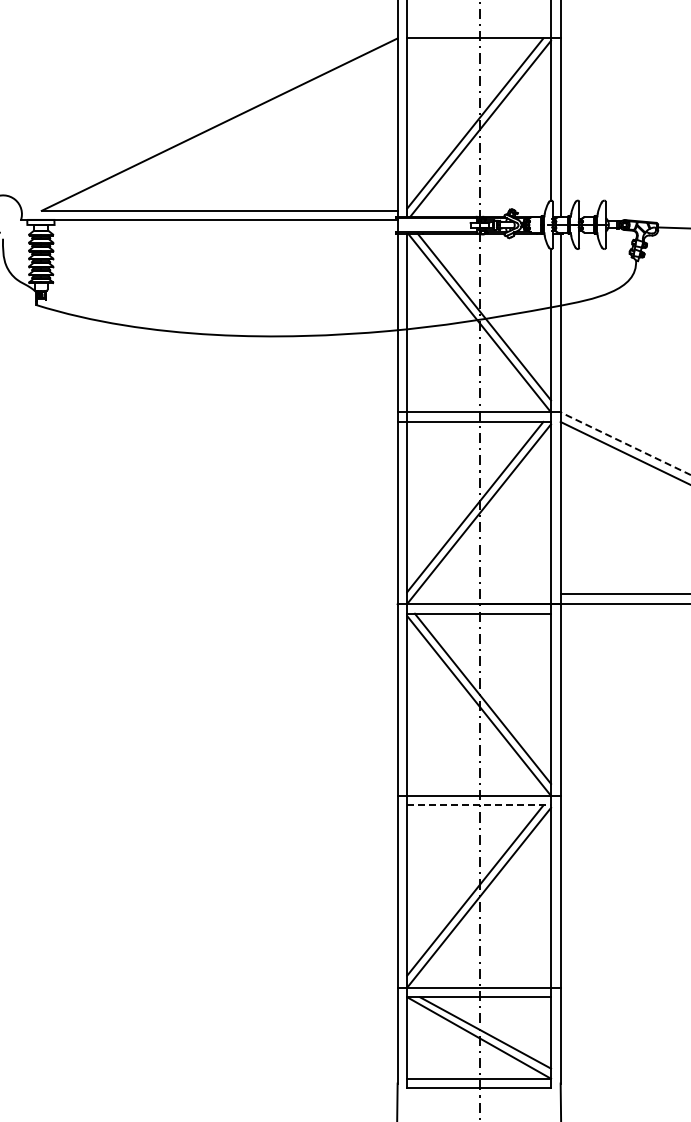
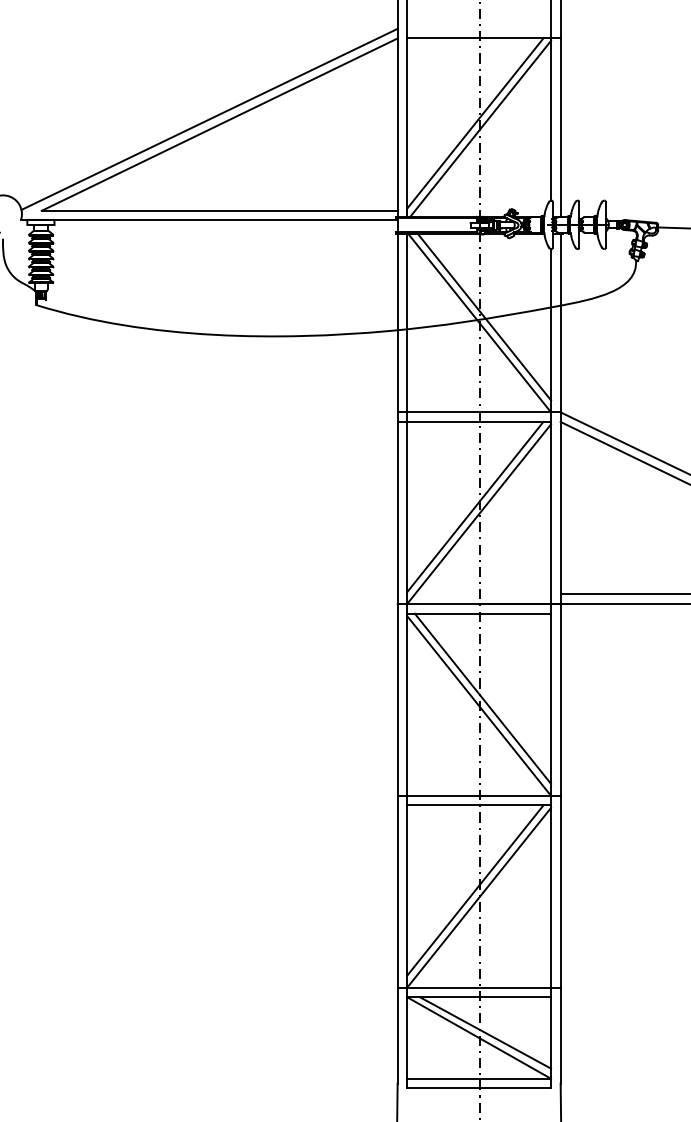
line at (209, 118): none -> present
line at (625, 443): dashed -> solid
line at (479, 805): dashed -> solid
